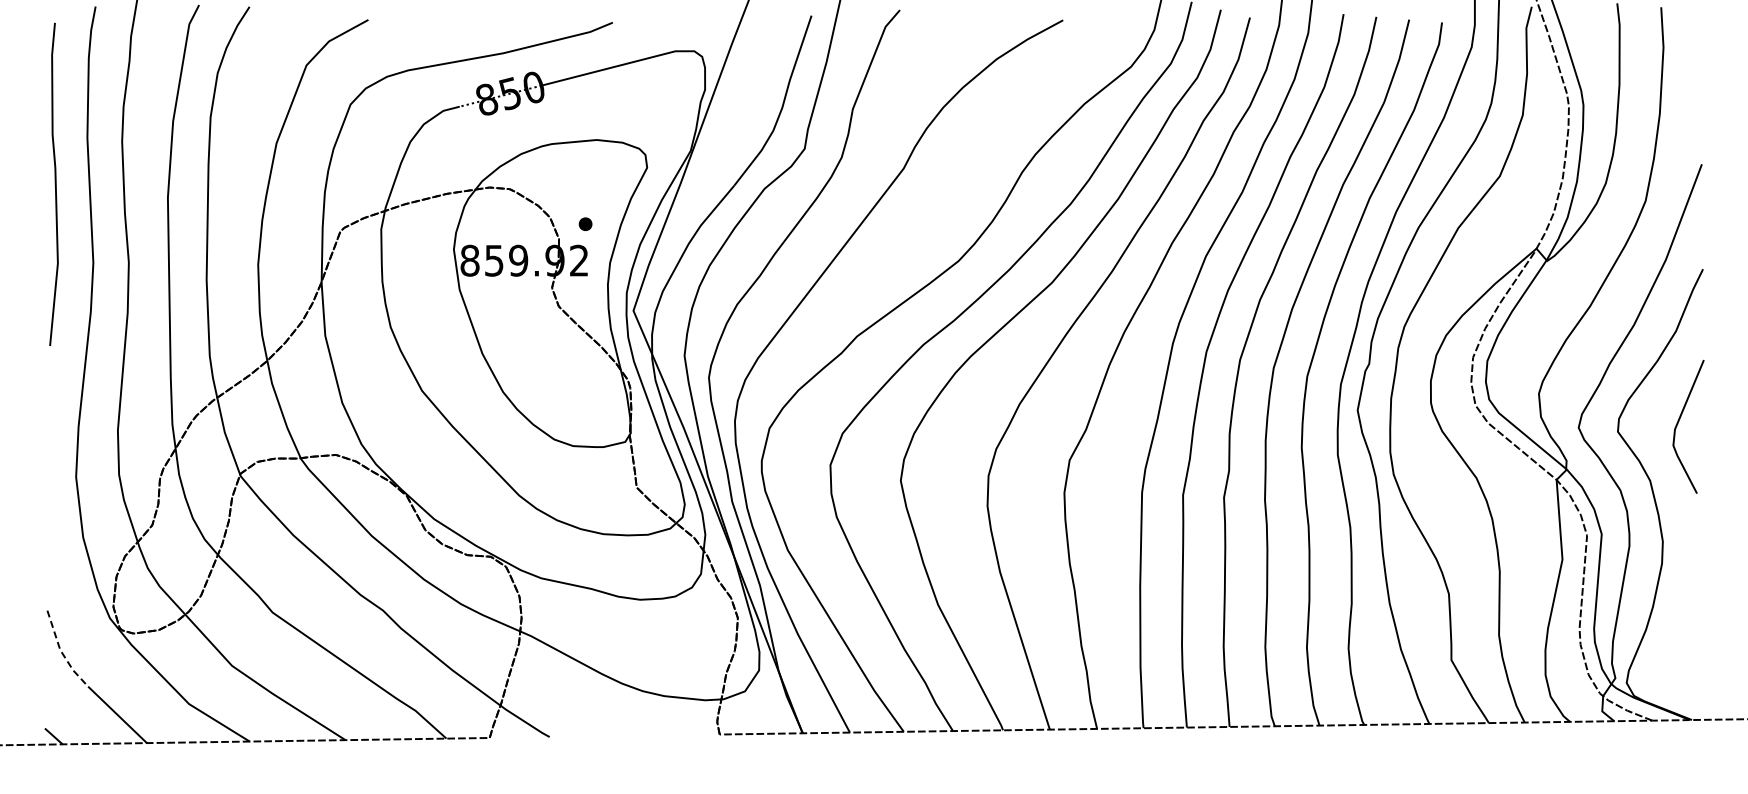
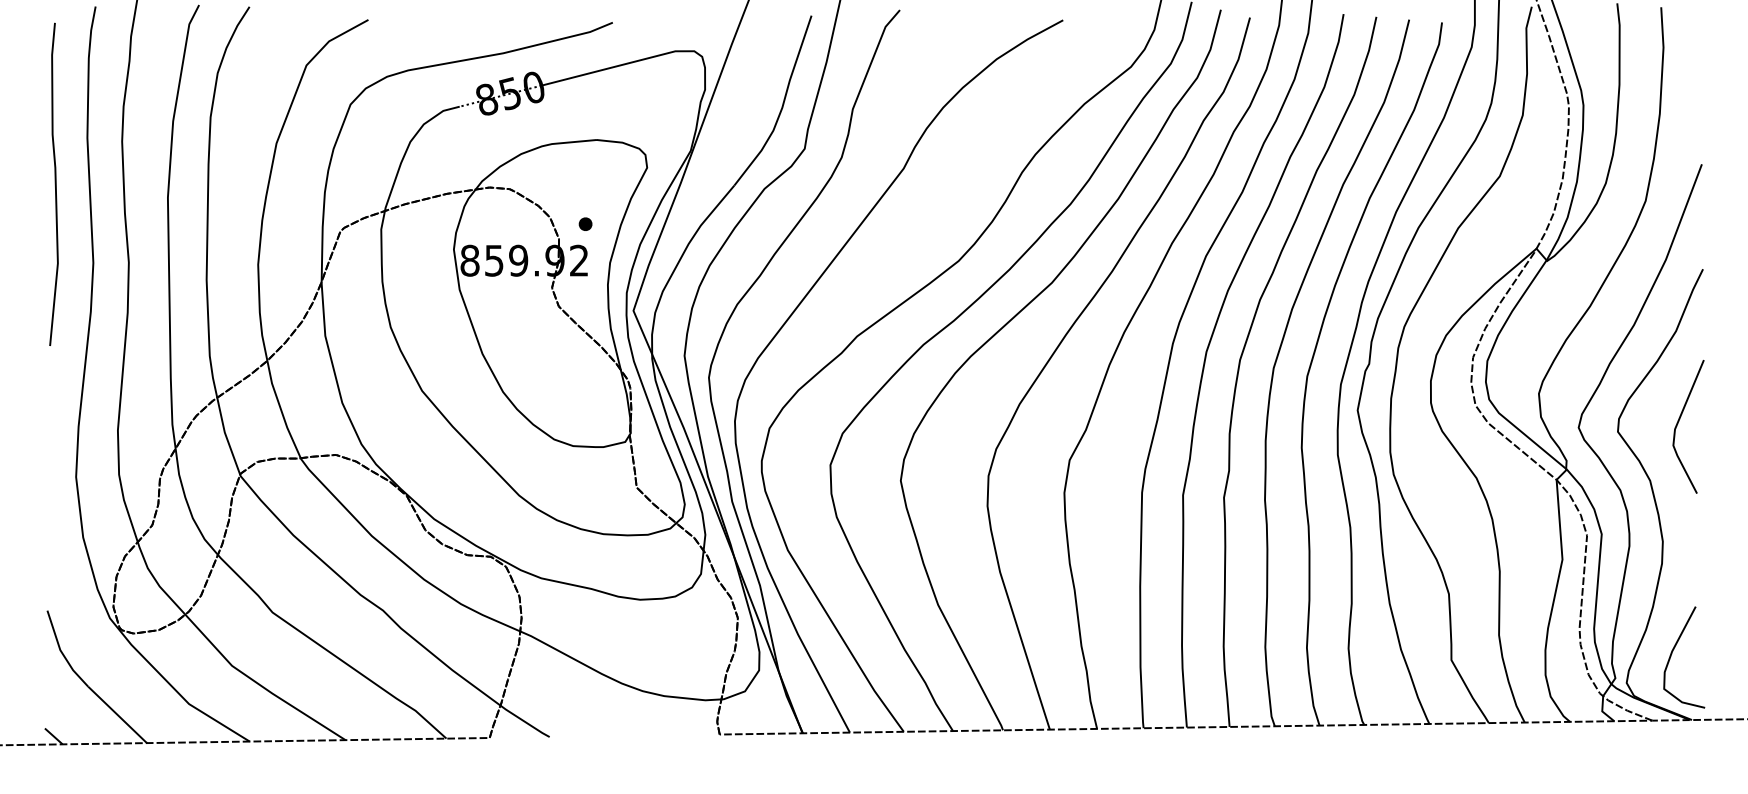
line at (61, 652): dashed -> solid
curve at (1672, 654): none -> present
